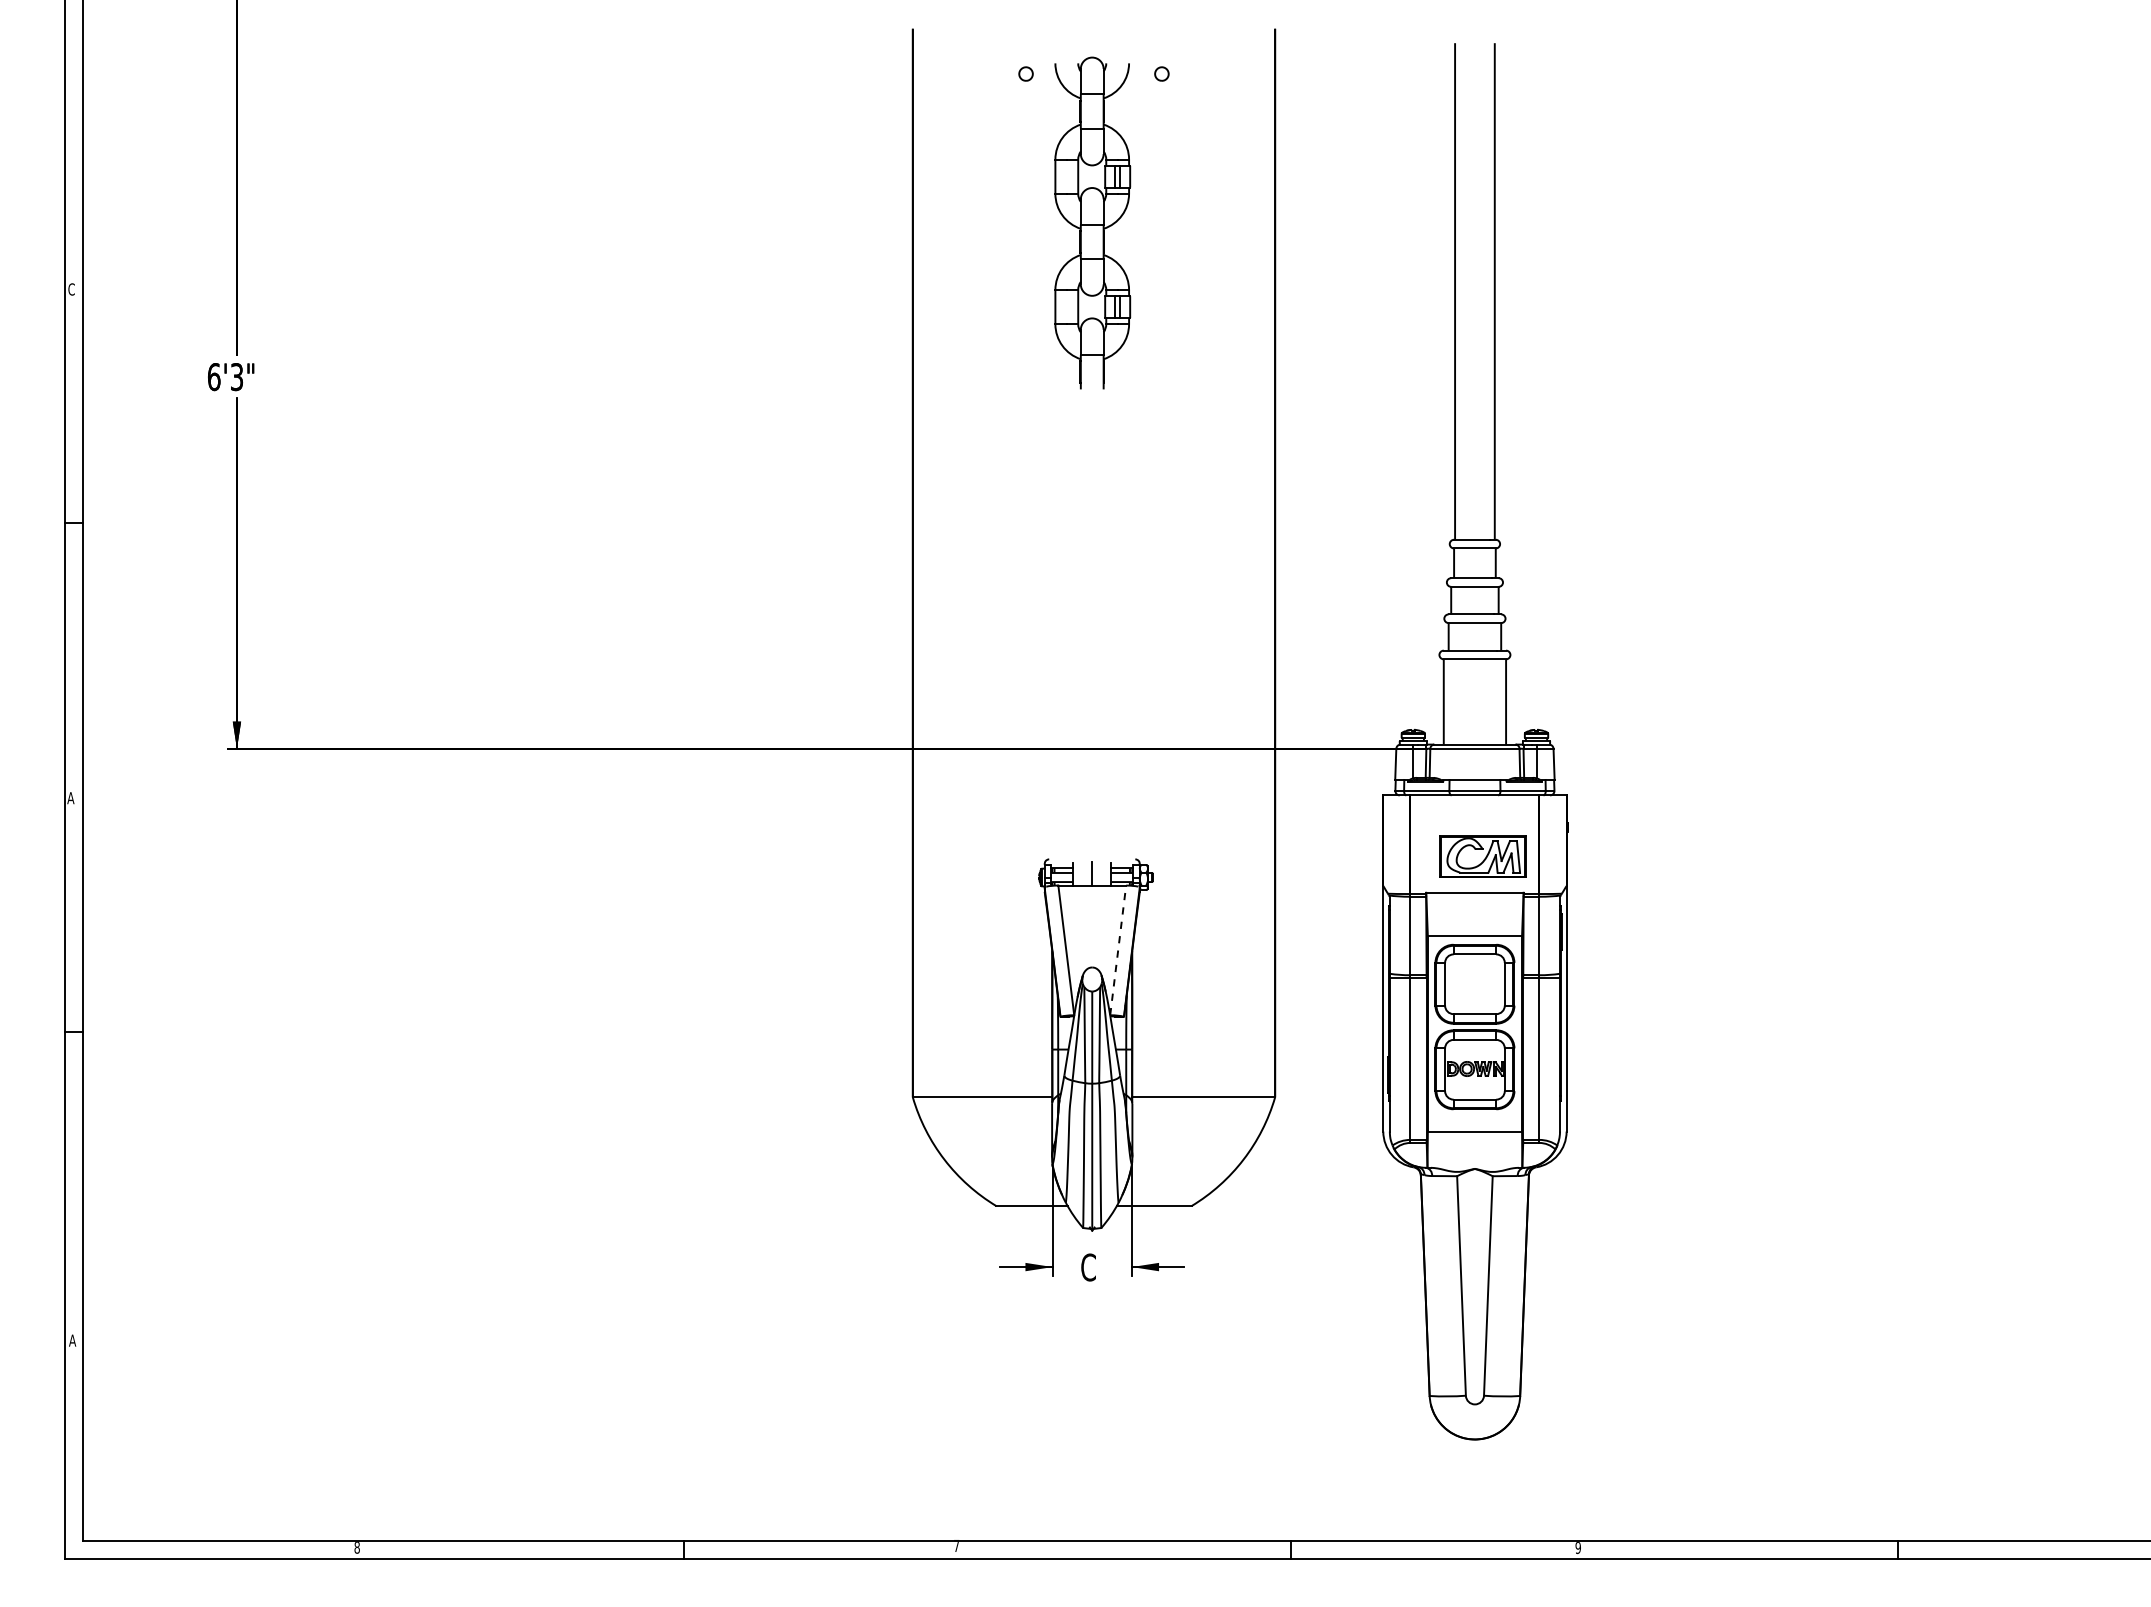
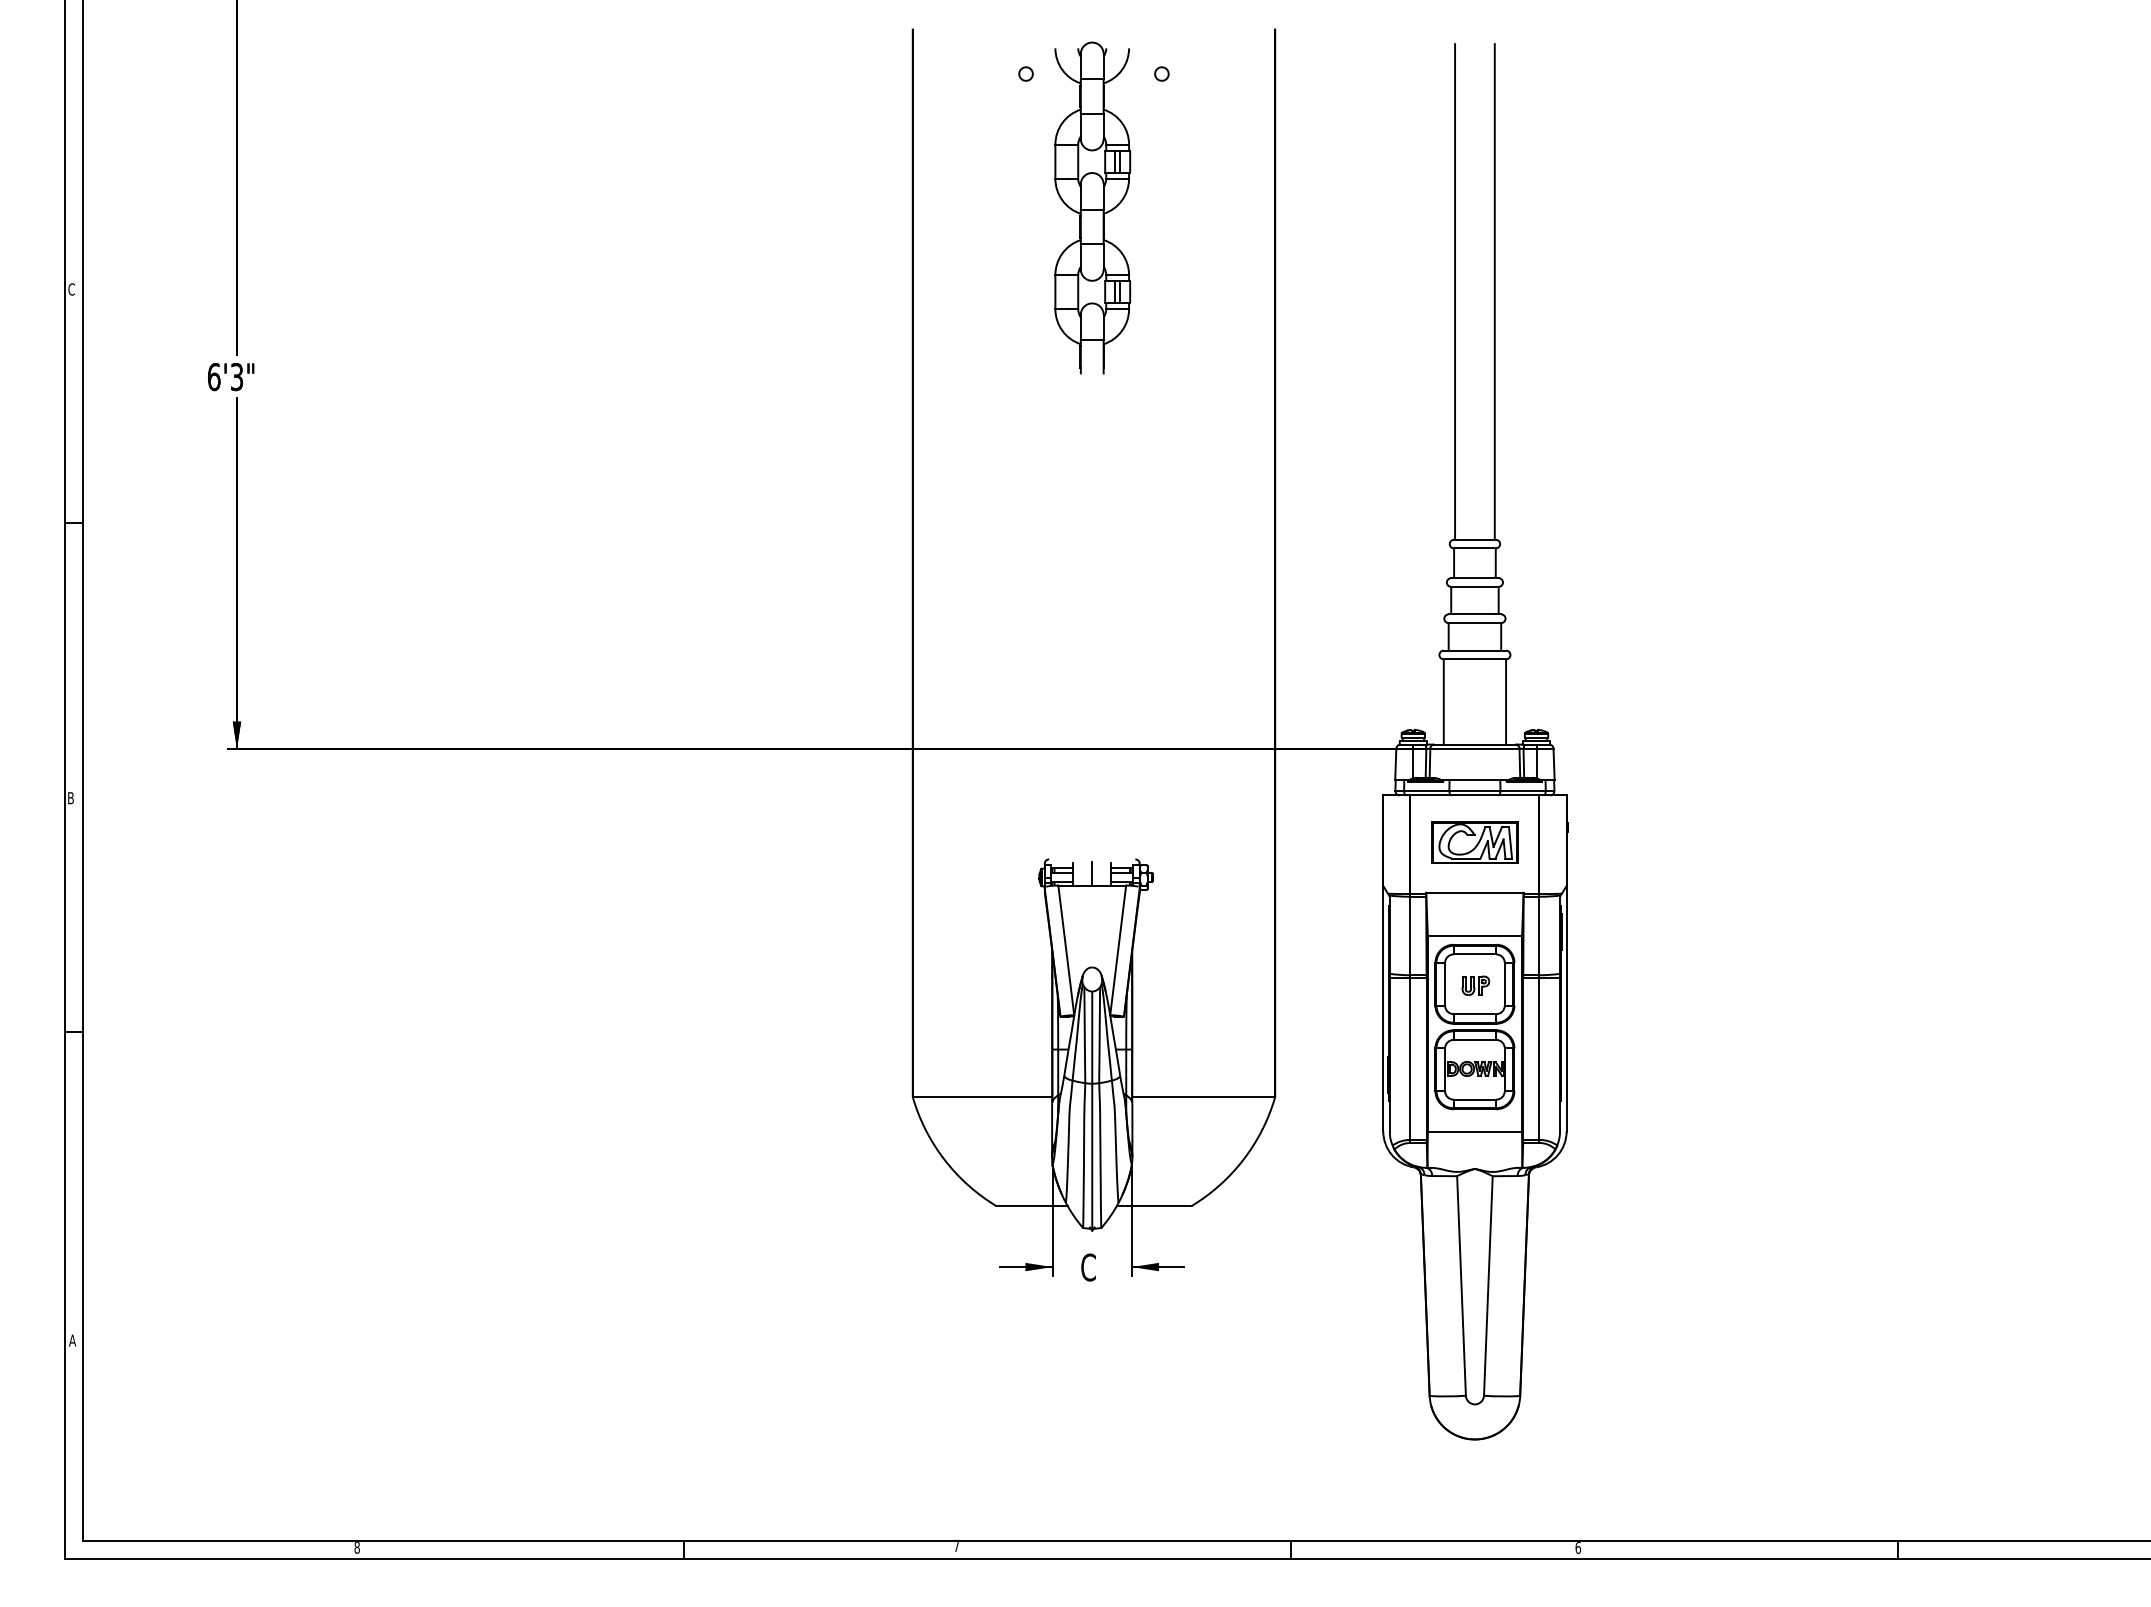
part at (1092, 222) position: (1092, 222) -> (1092, 207)
text at (70, 798): A -> B
part at (1482, 856) position: (1482, 856) -> (1474, 842)
line at (1118, 949): dashed -> solid
part at (1475, 985): none -> present
text at (1578, 1548): 9 -> 6
